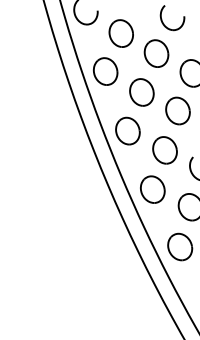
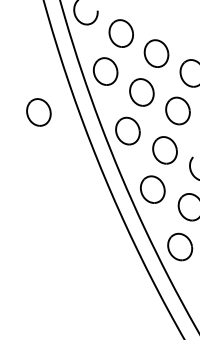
part at (164, 23): present -> none
part at (38, 112): none -> present
